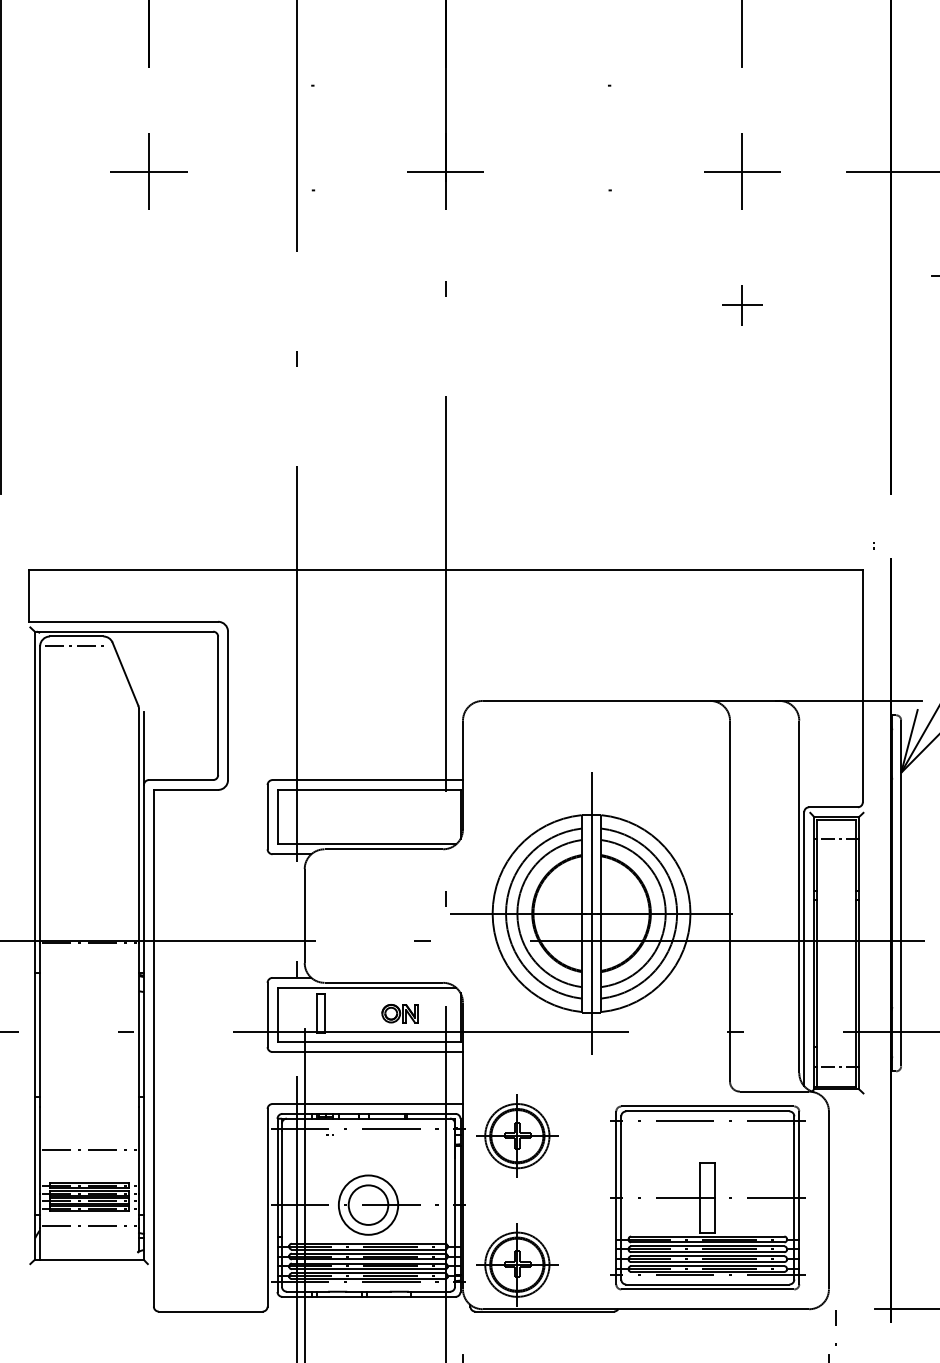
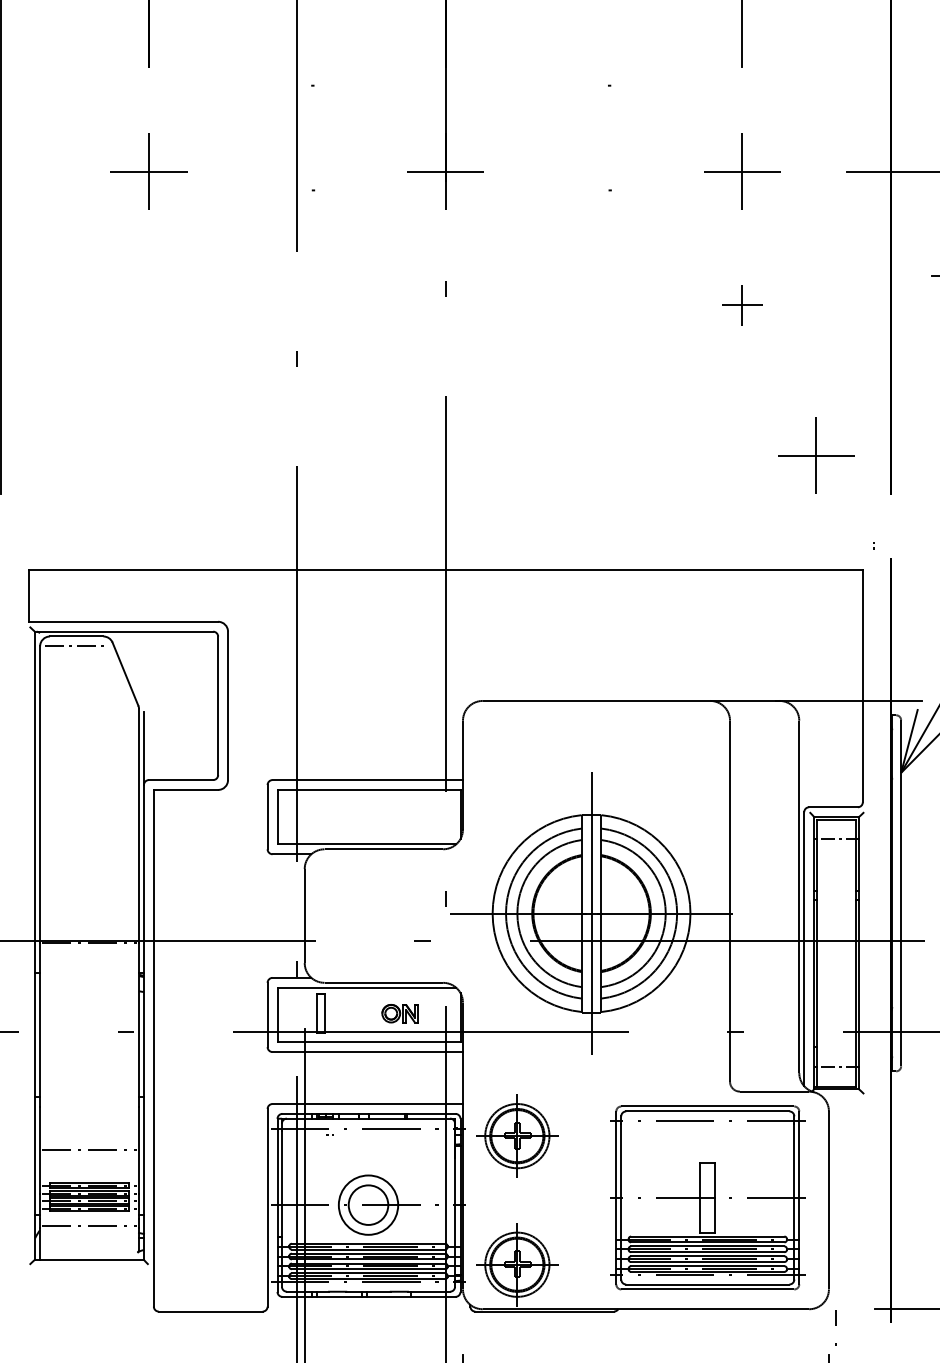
part at (816, 455): none -> present
